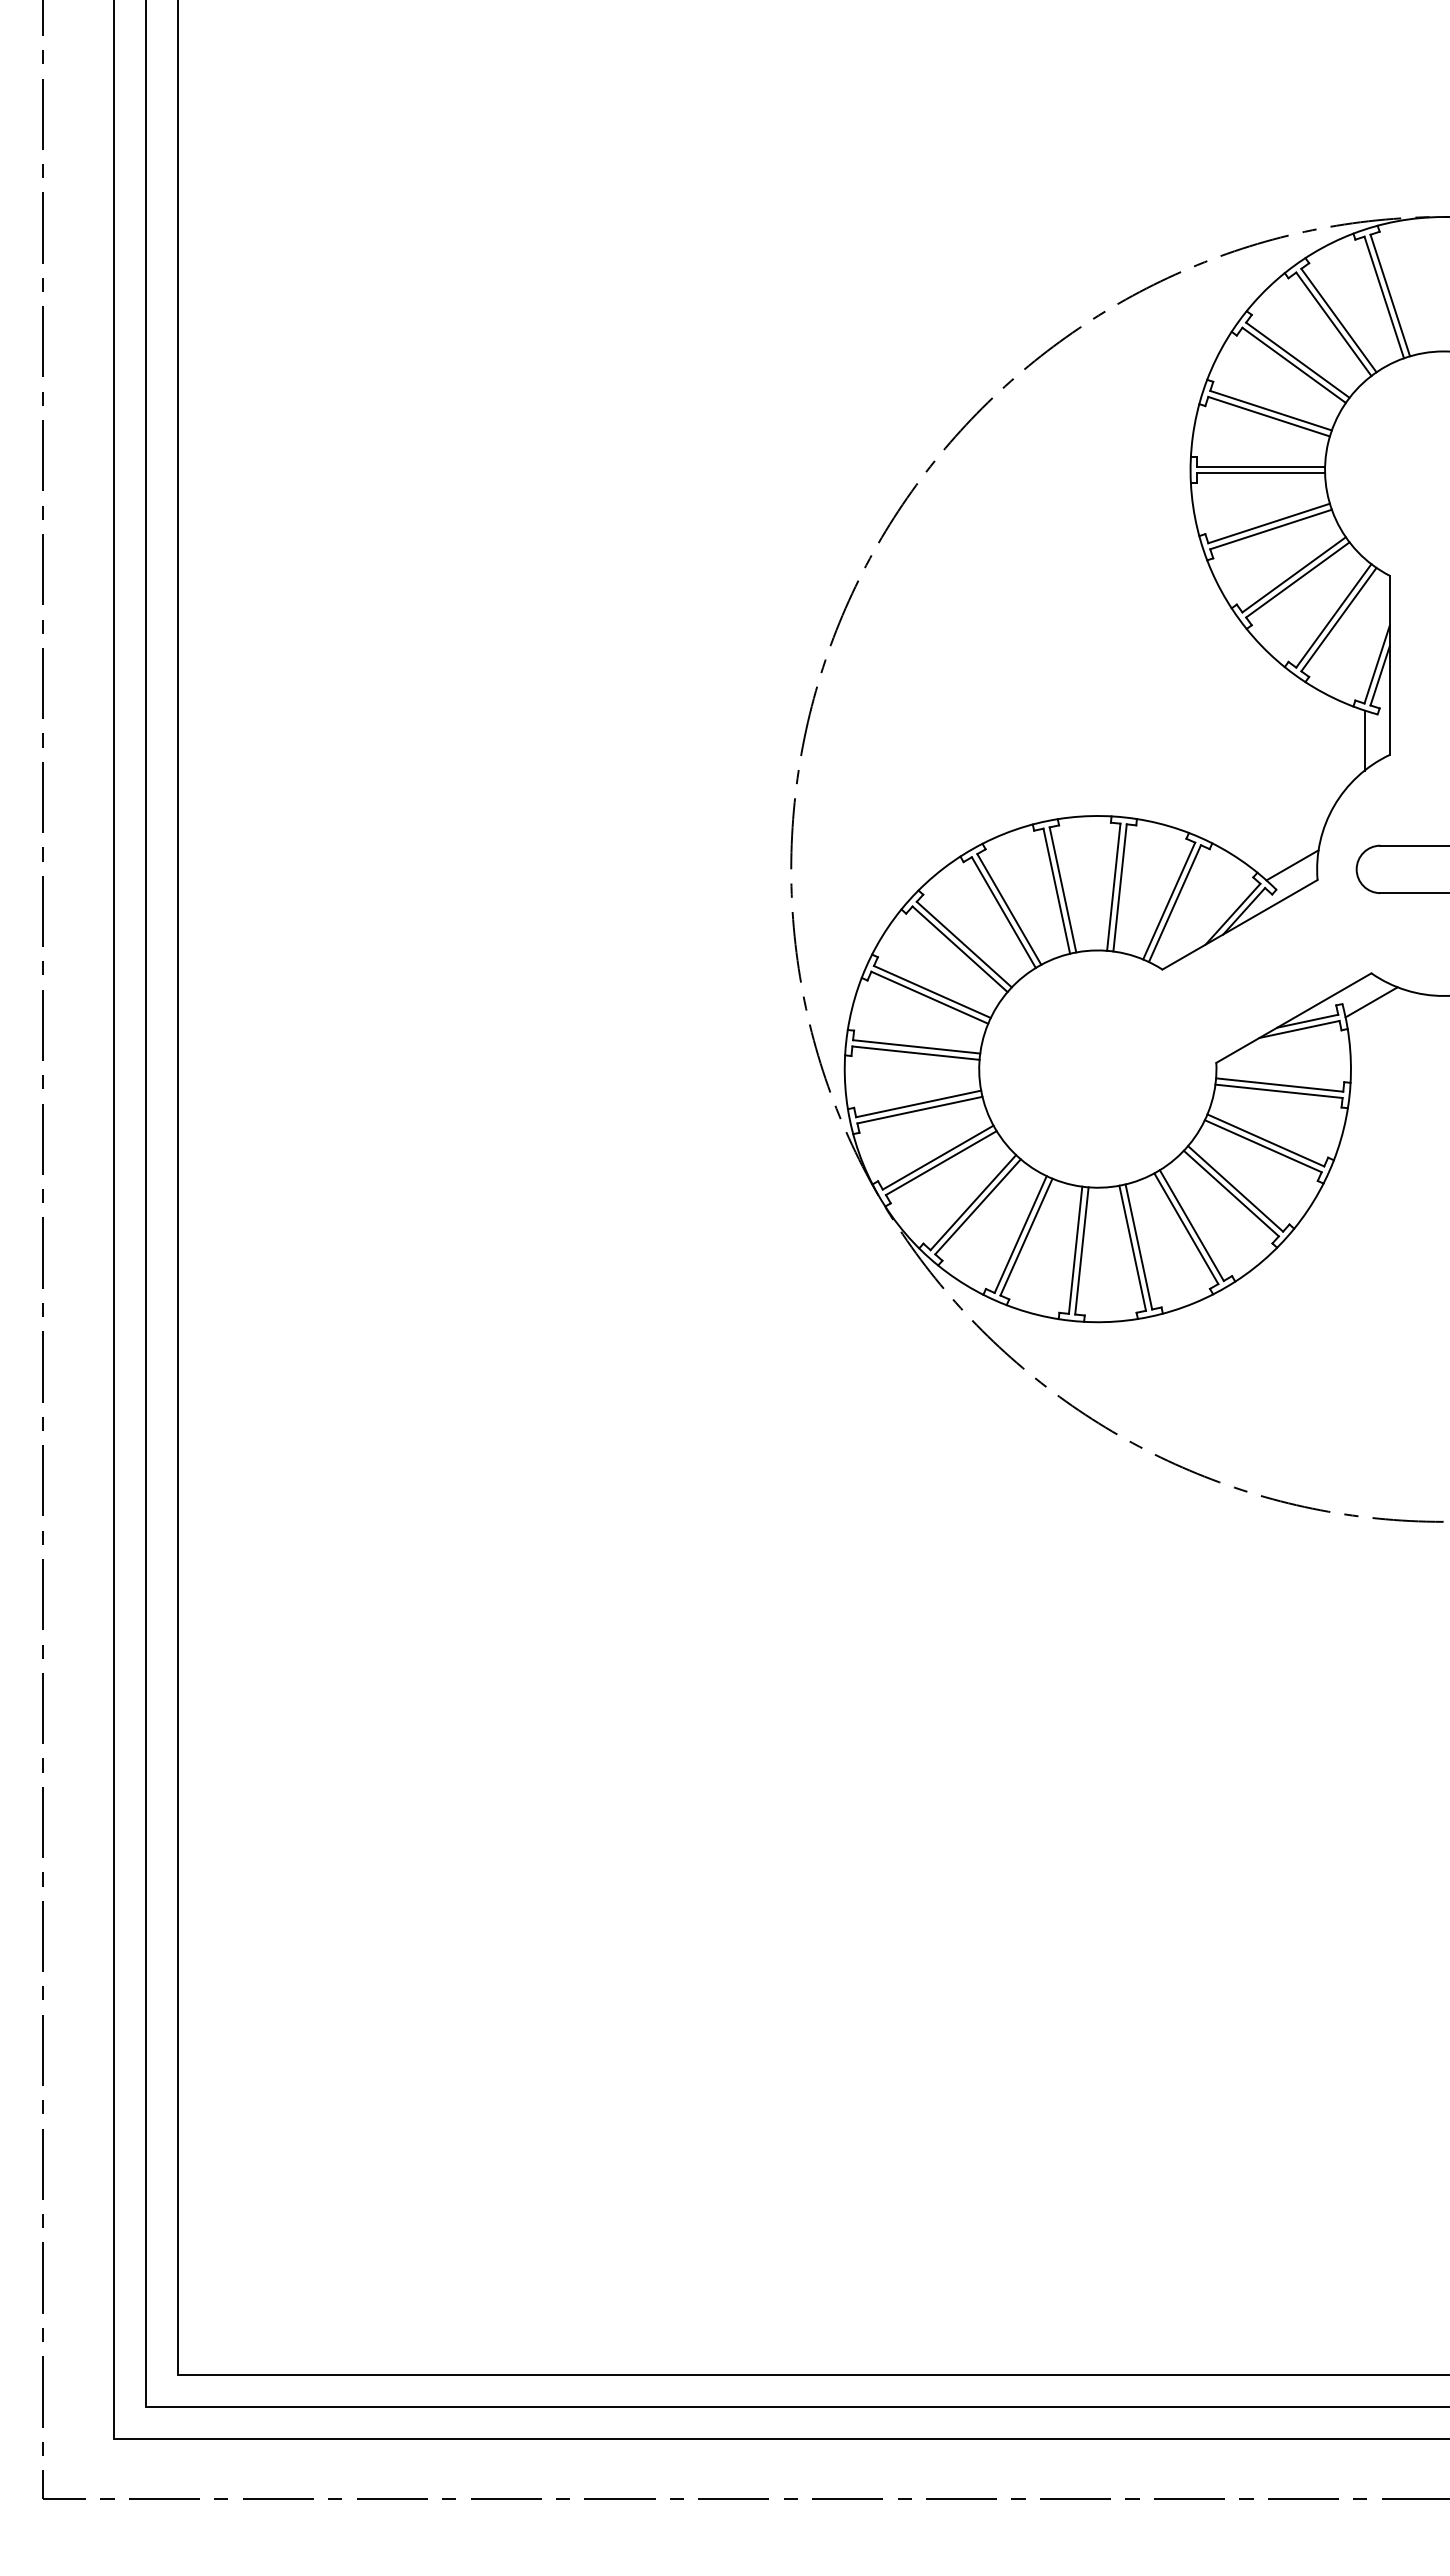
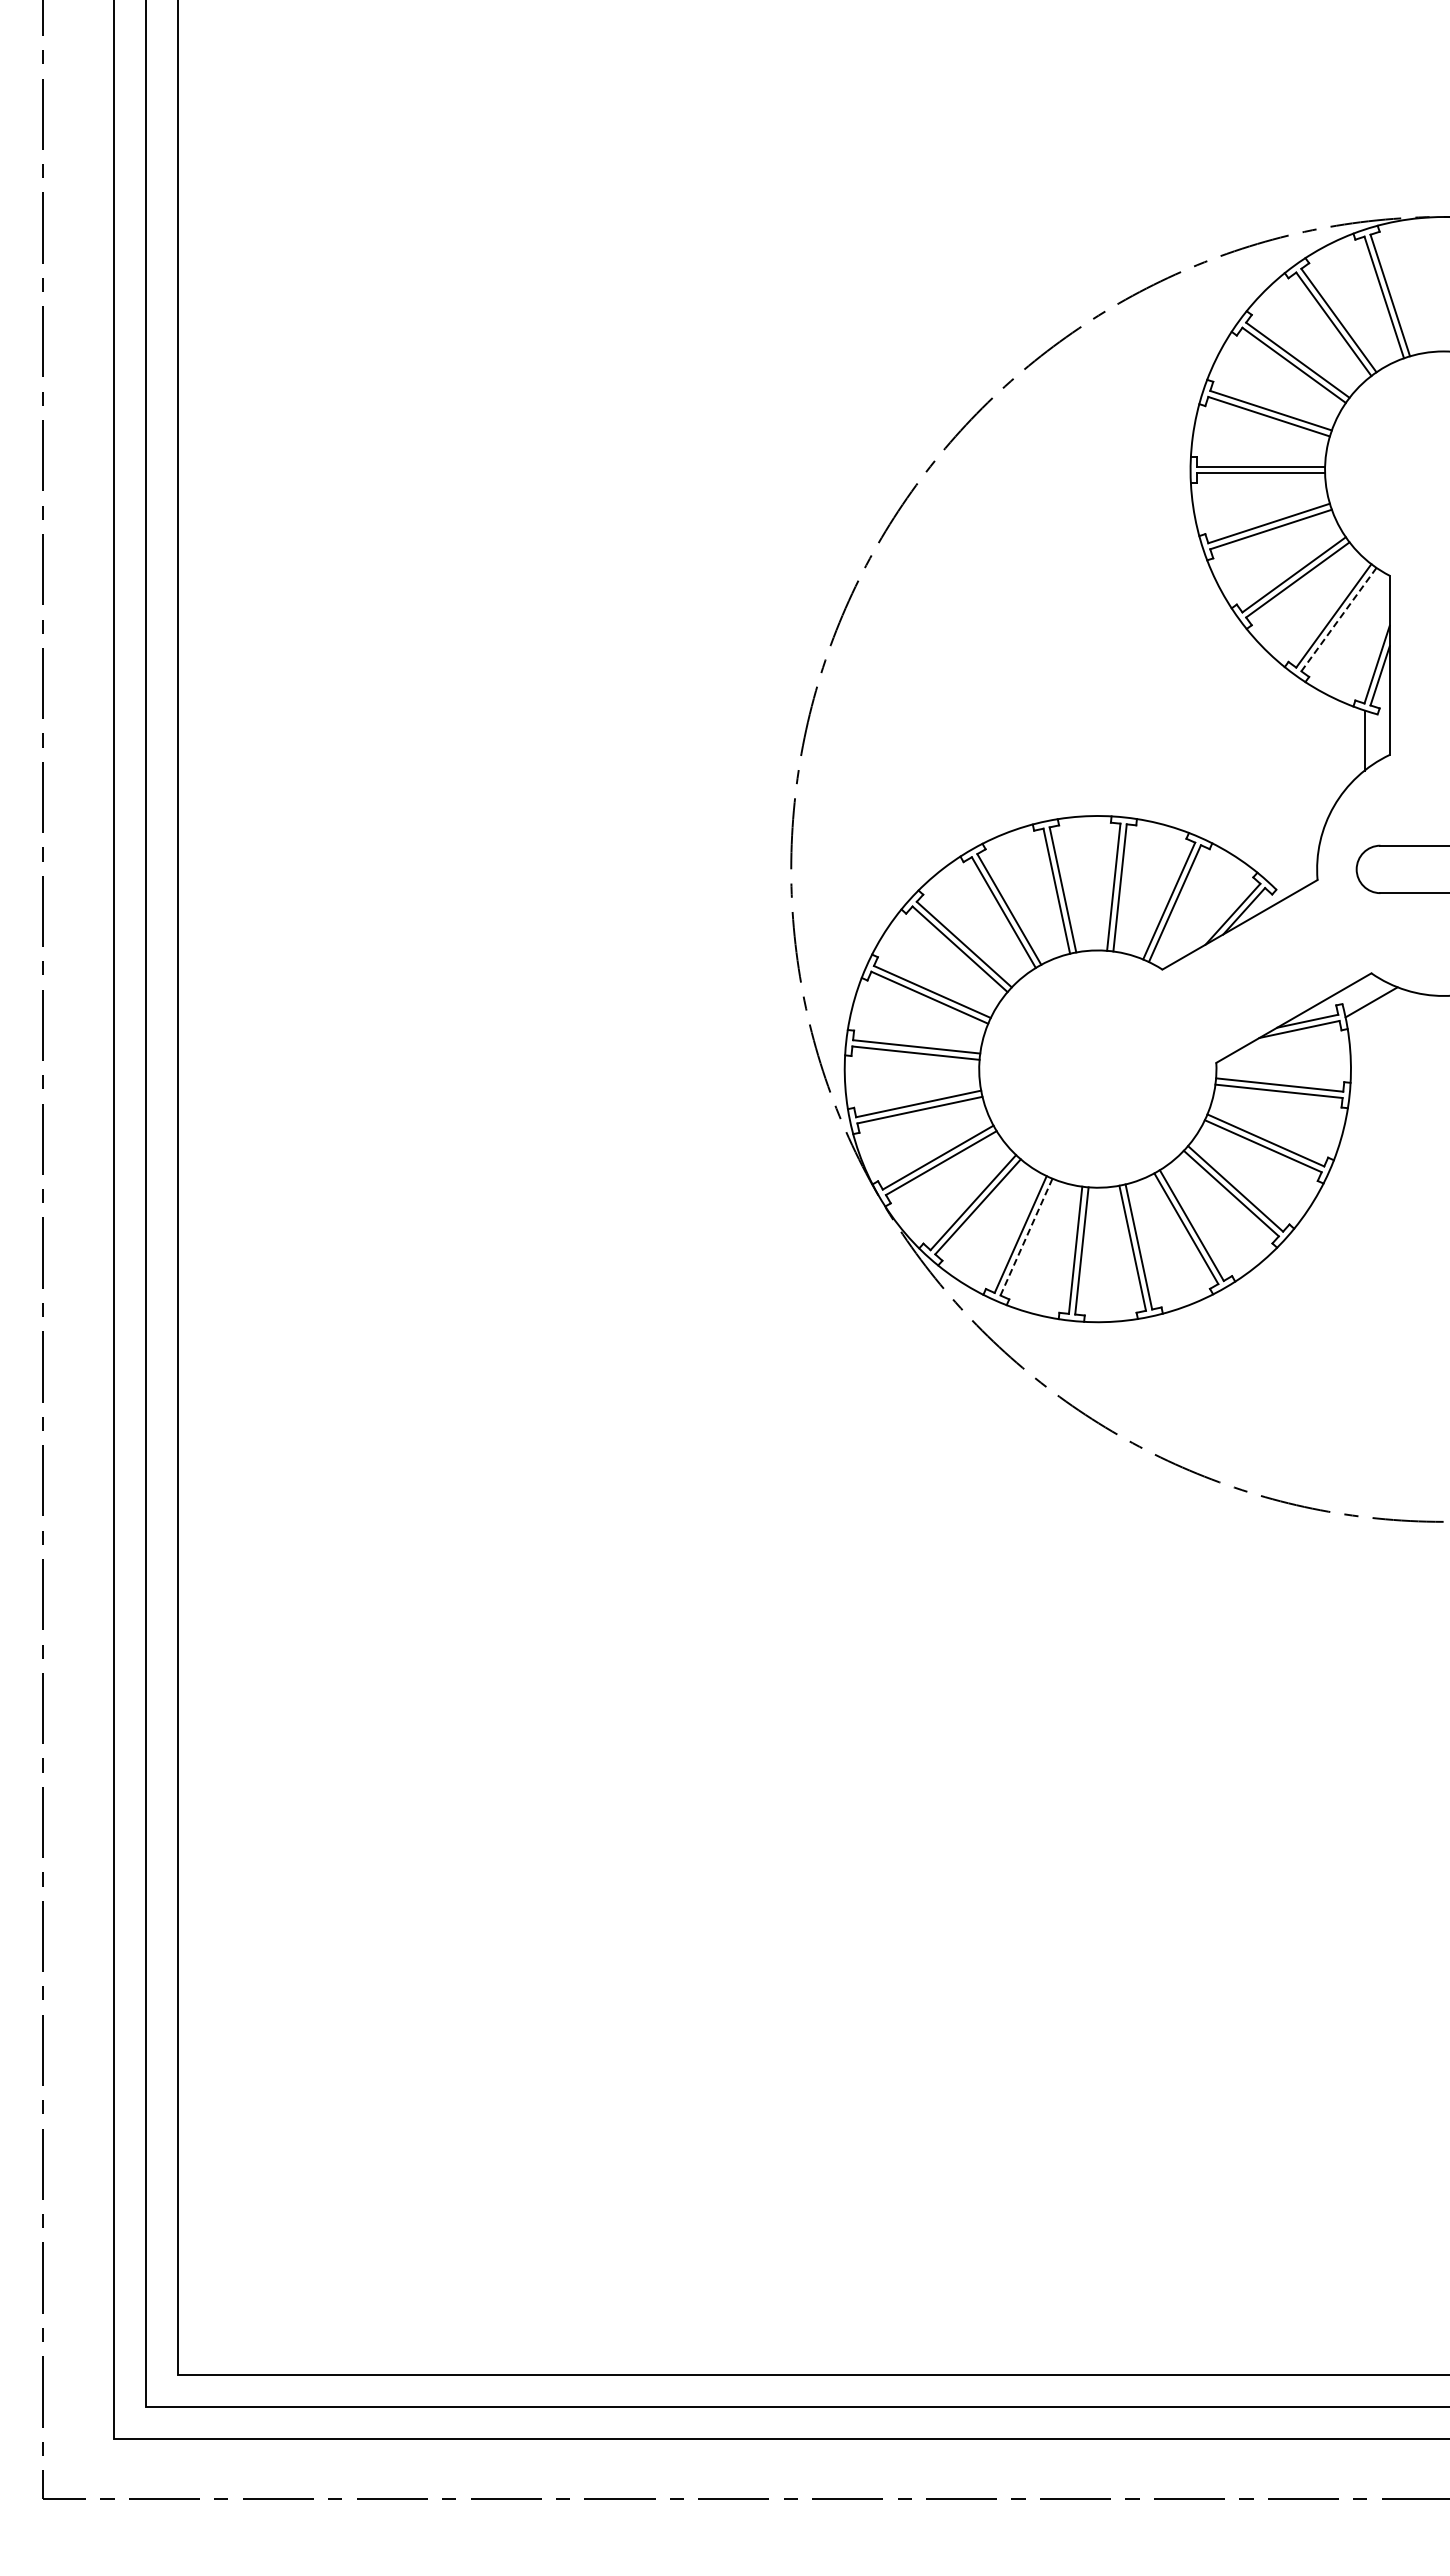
line at (1338, 619): solid -> dashed
line at (1292, 865): present -> none
line at (1026, 1237): solid -> dashed
